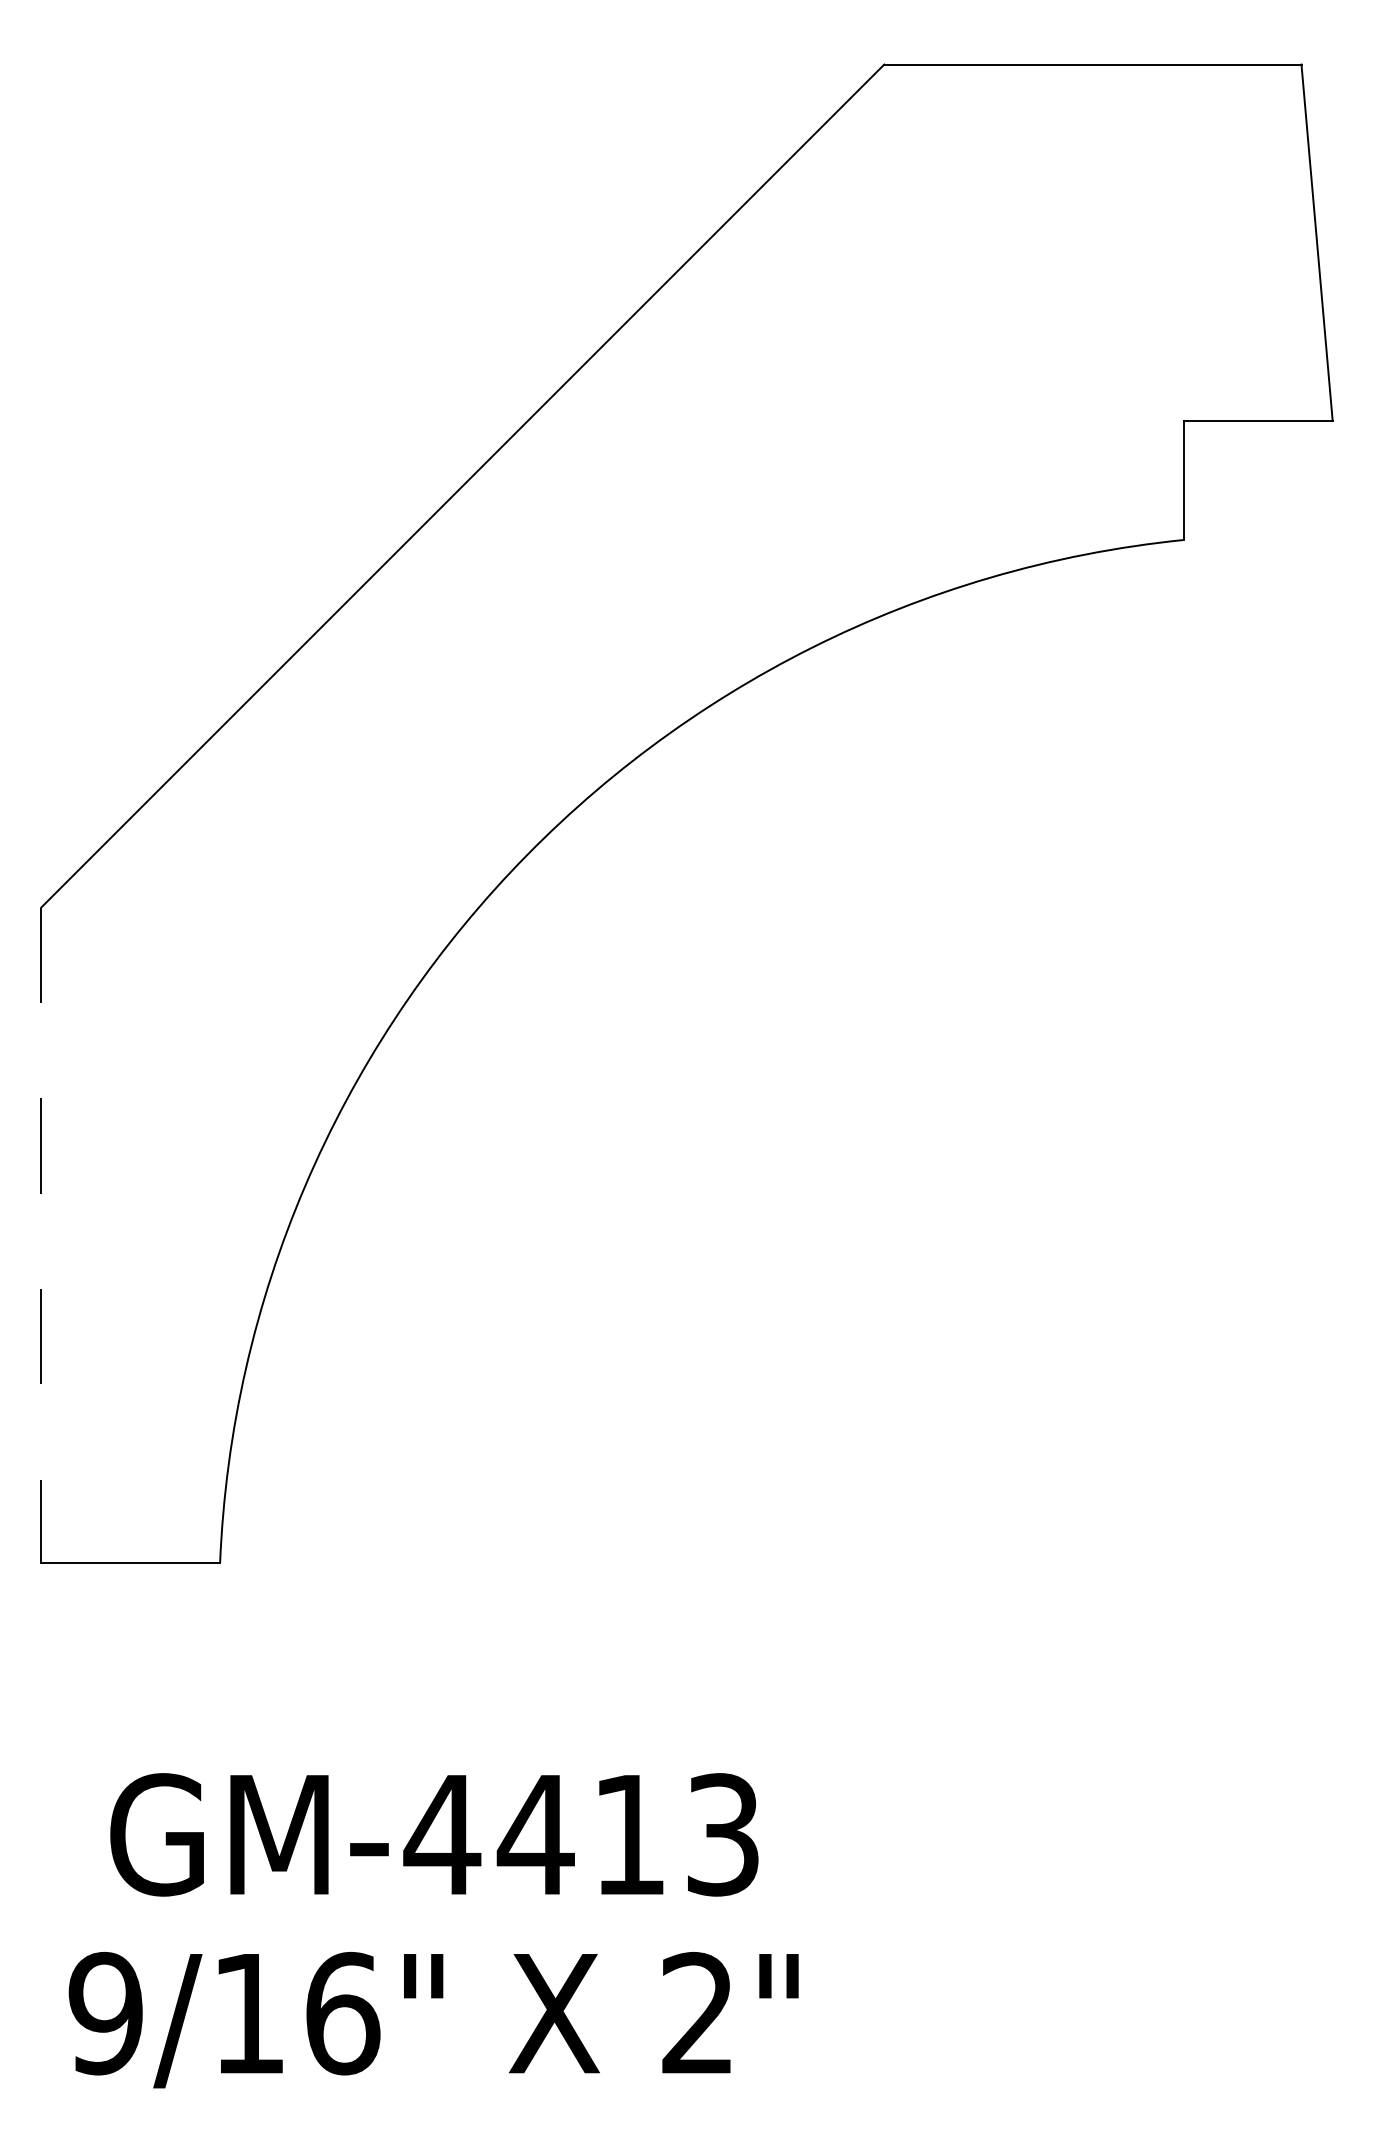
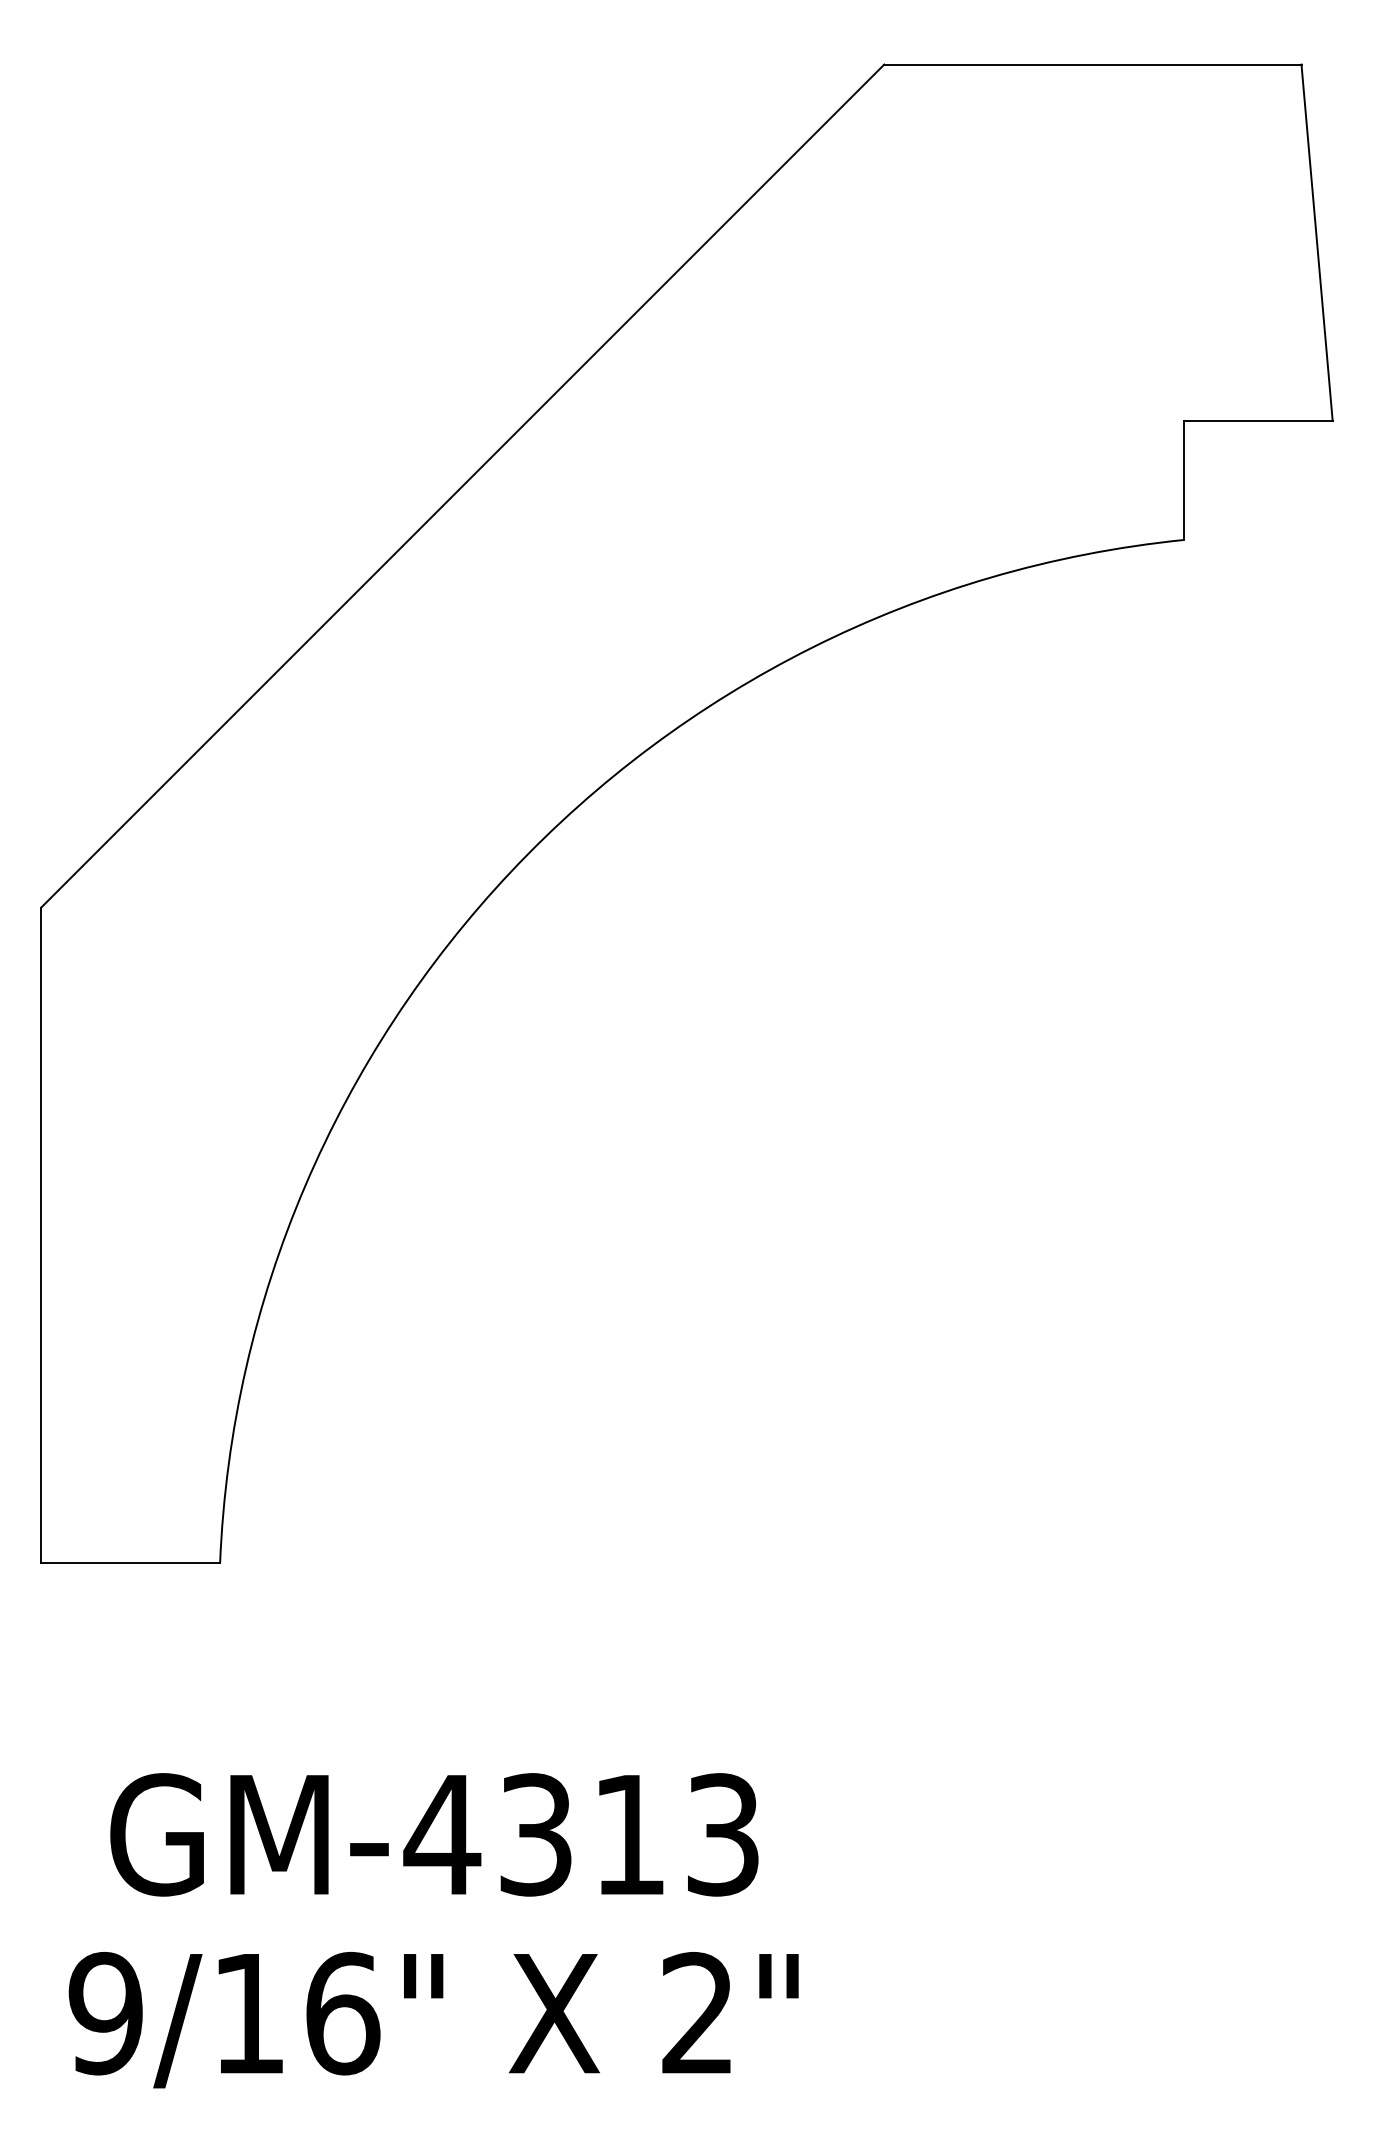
line at (41, 1235): dashed -> solid
text at (535, 1834): GM-4413 -> GM-4313
